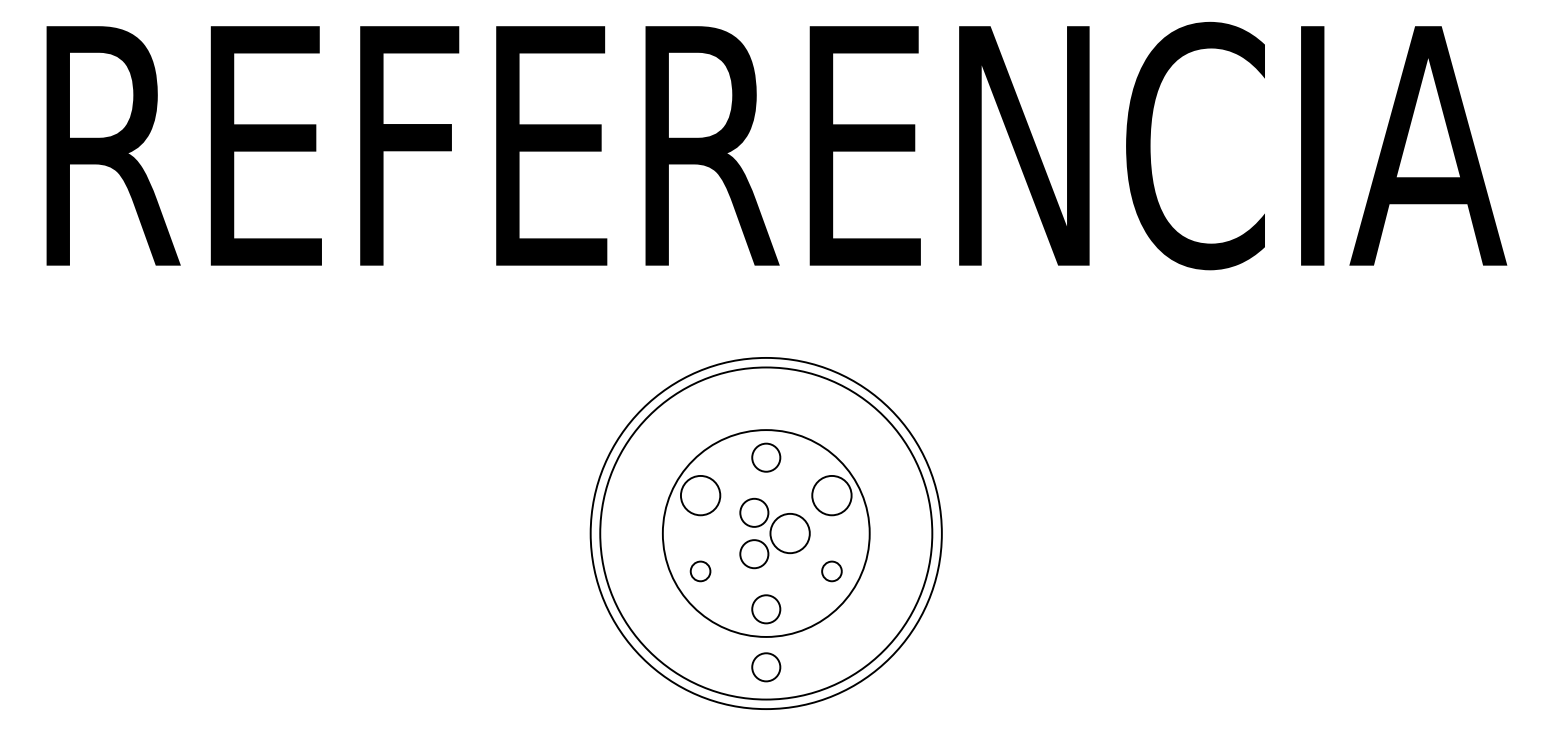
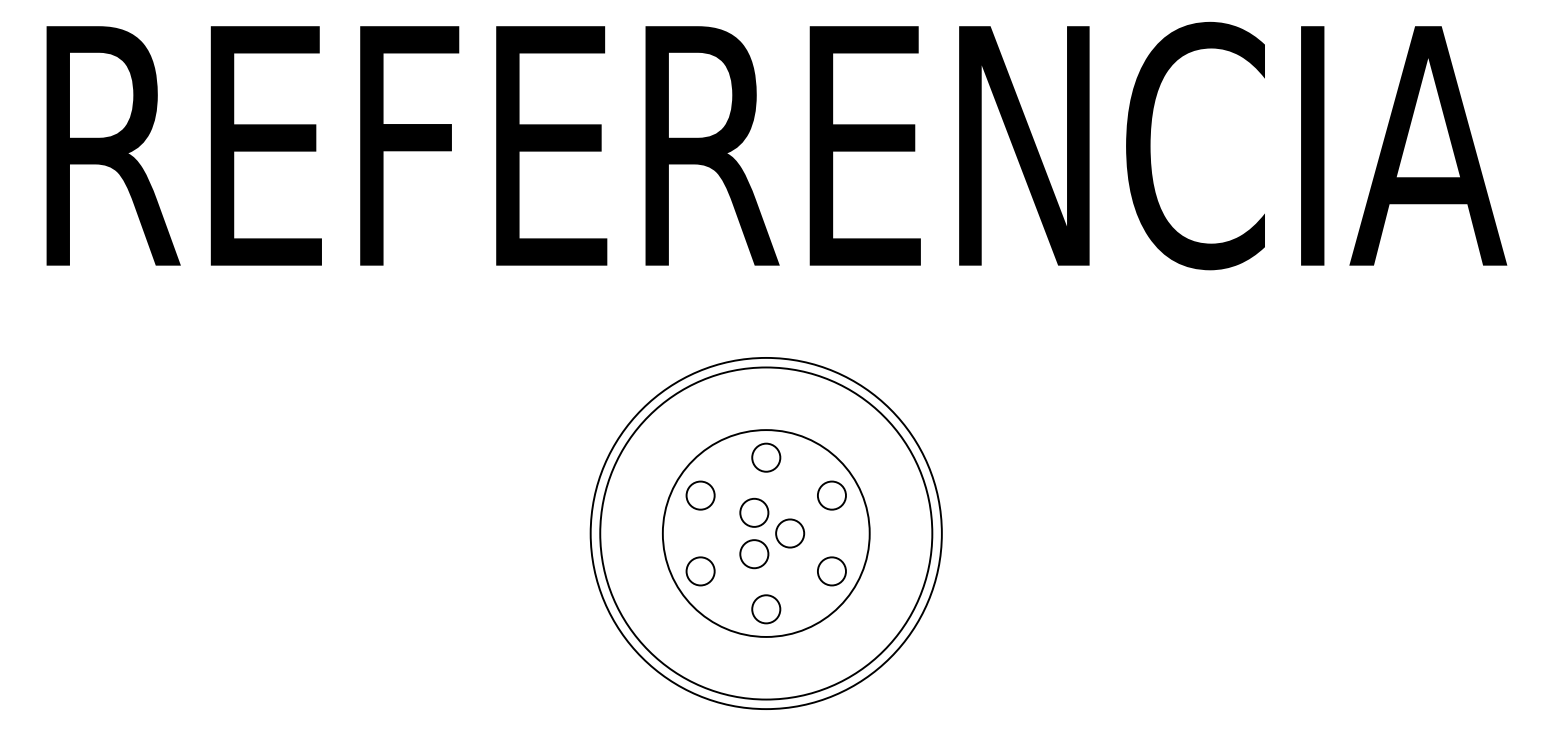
circle at (700, 495) diameter: 39 px -> 28 px
circle at (831, 495) diameter: 39 px -> 28 px
circle at (789, 533) diameter: 39 px -> 28 px
circle at (700, 571) size: 23x23 px -> 31x31 px
circle at (831, 571) size: 22x23 px -> 30x31 px
circle at (766, 667): present -> none
